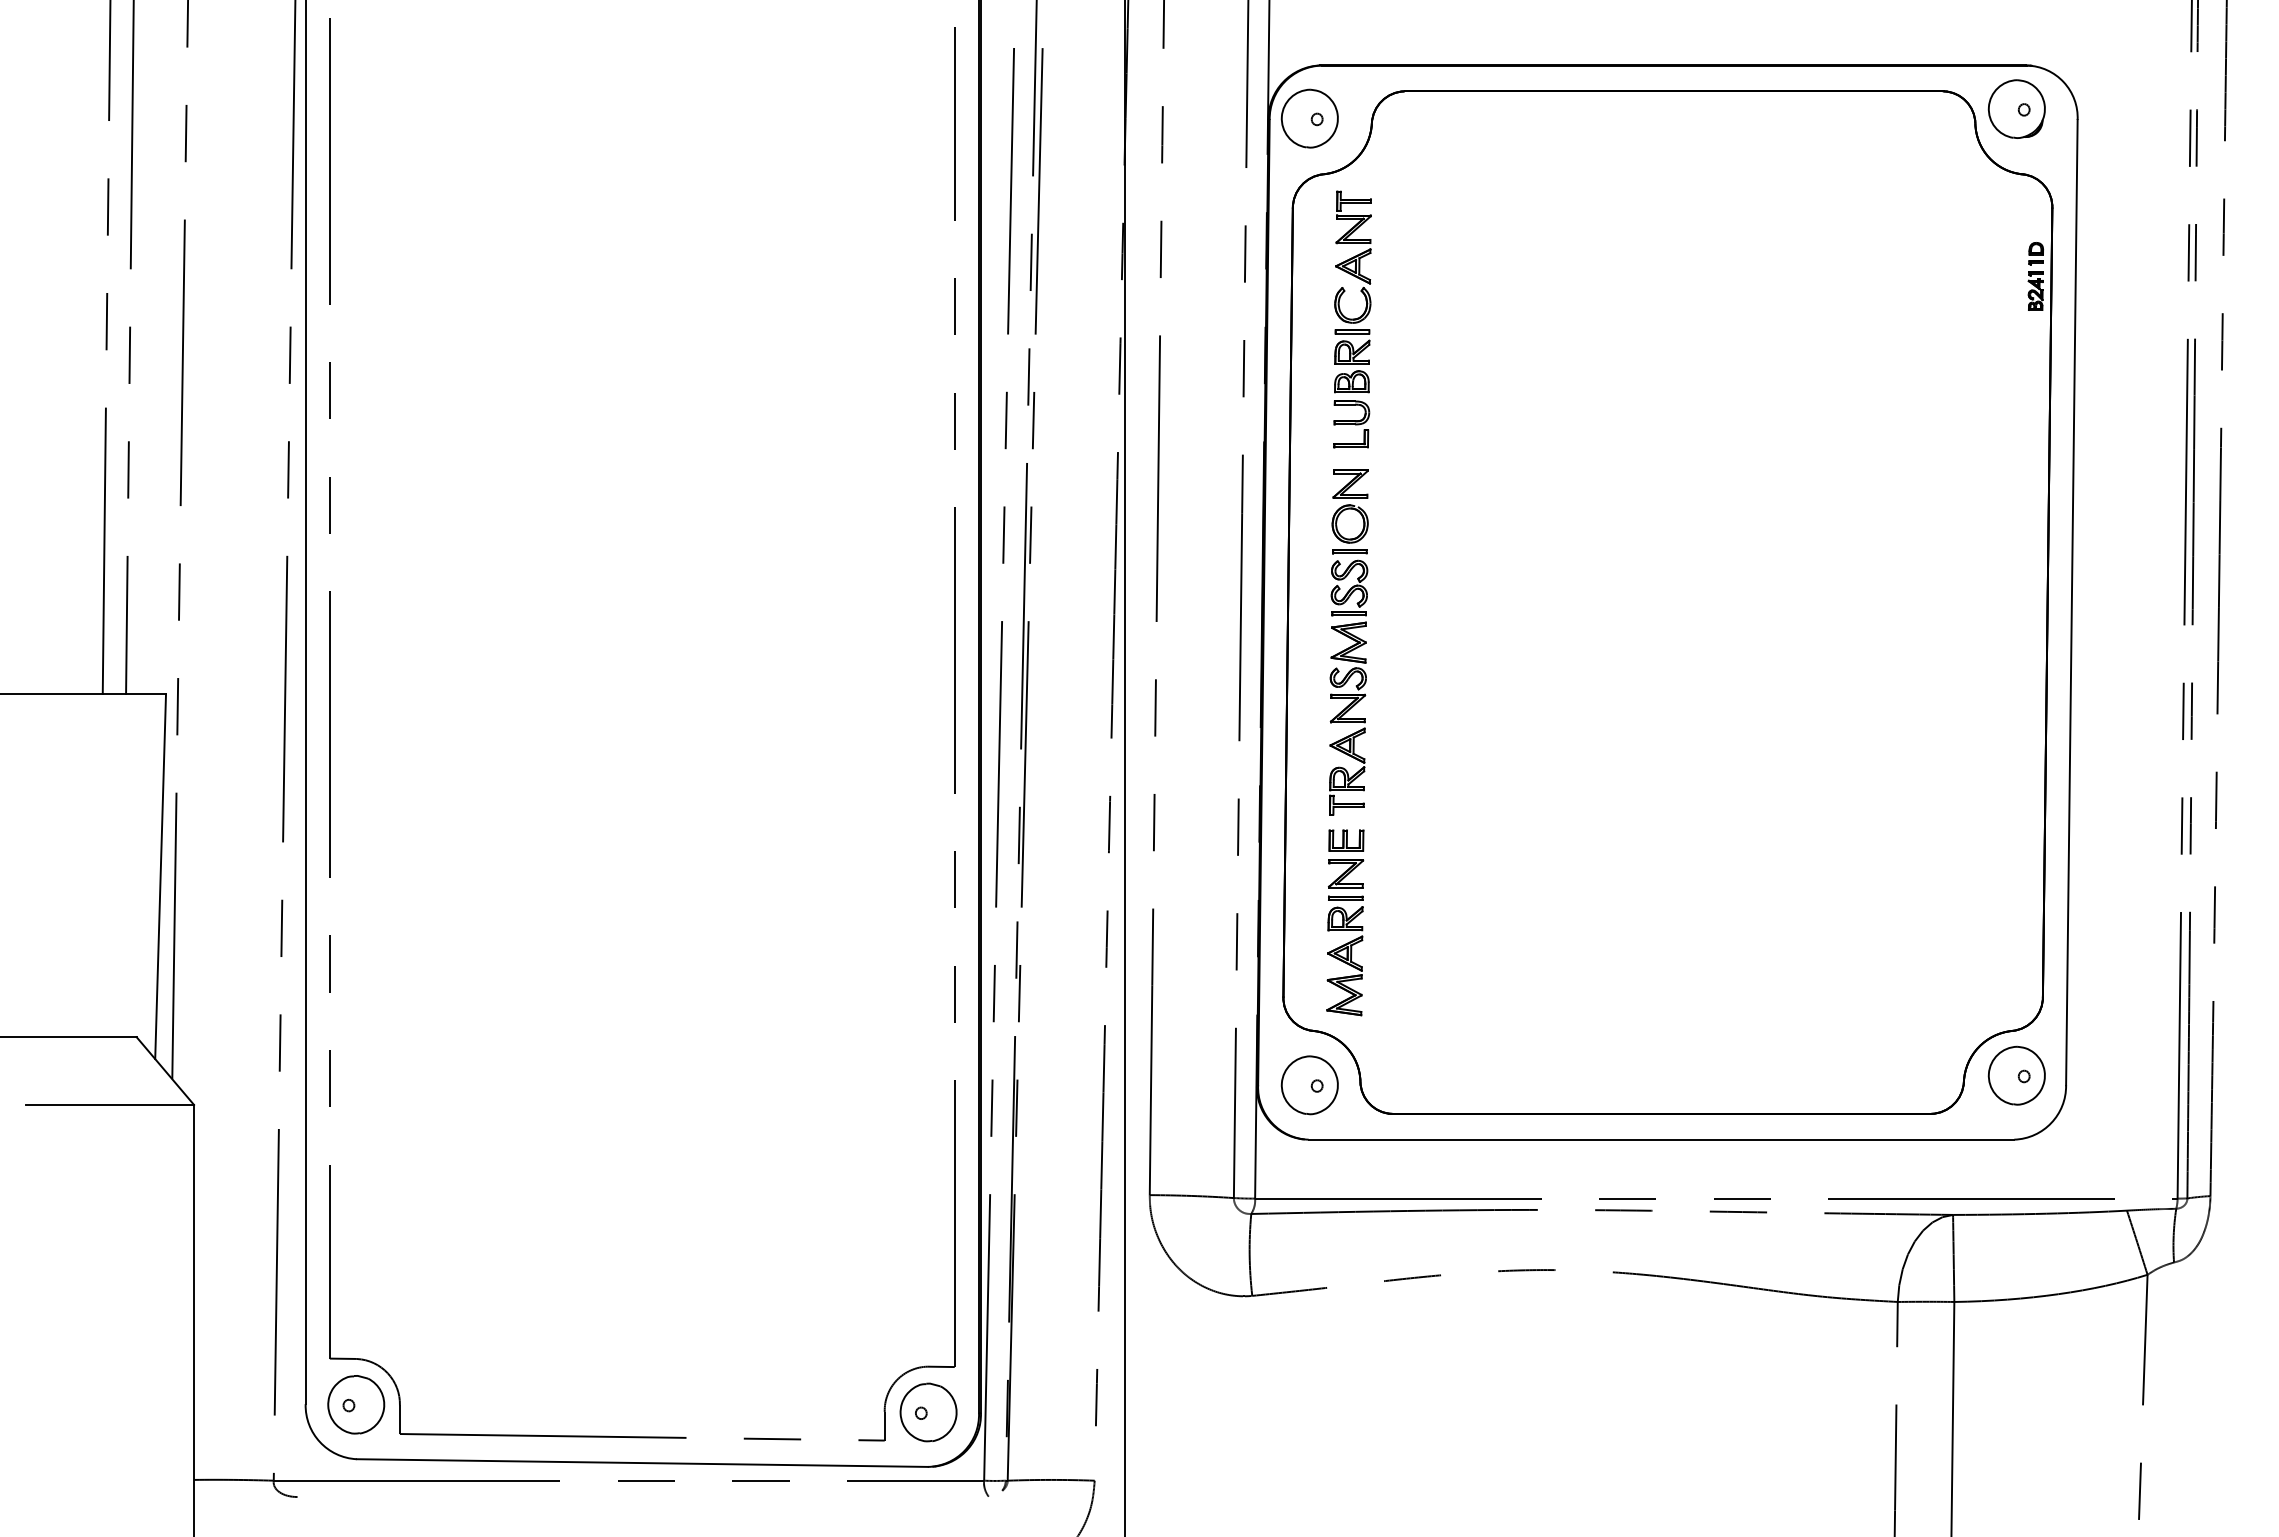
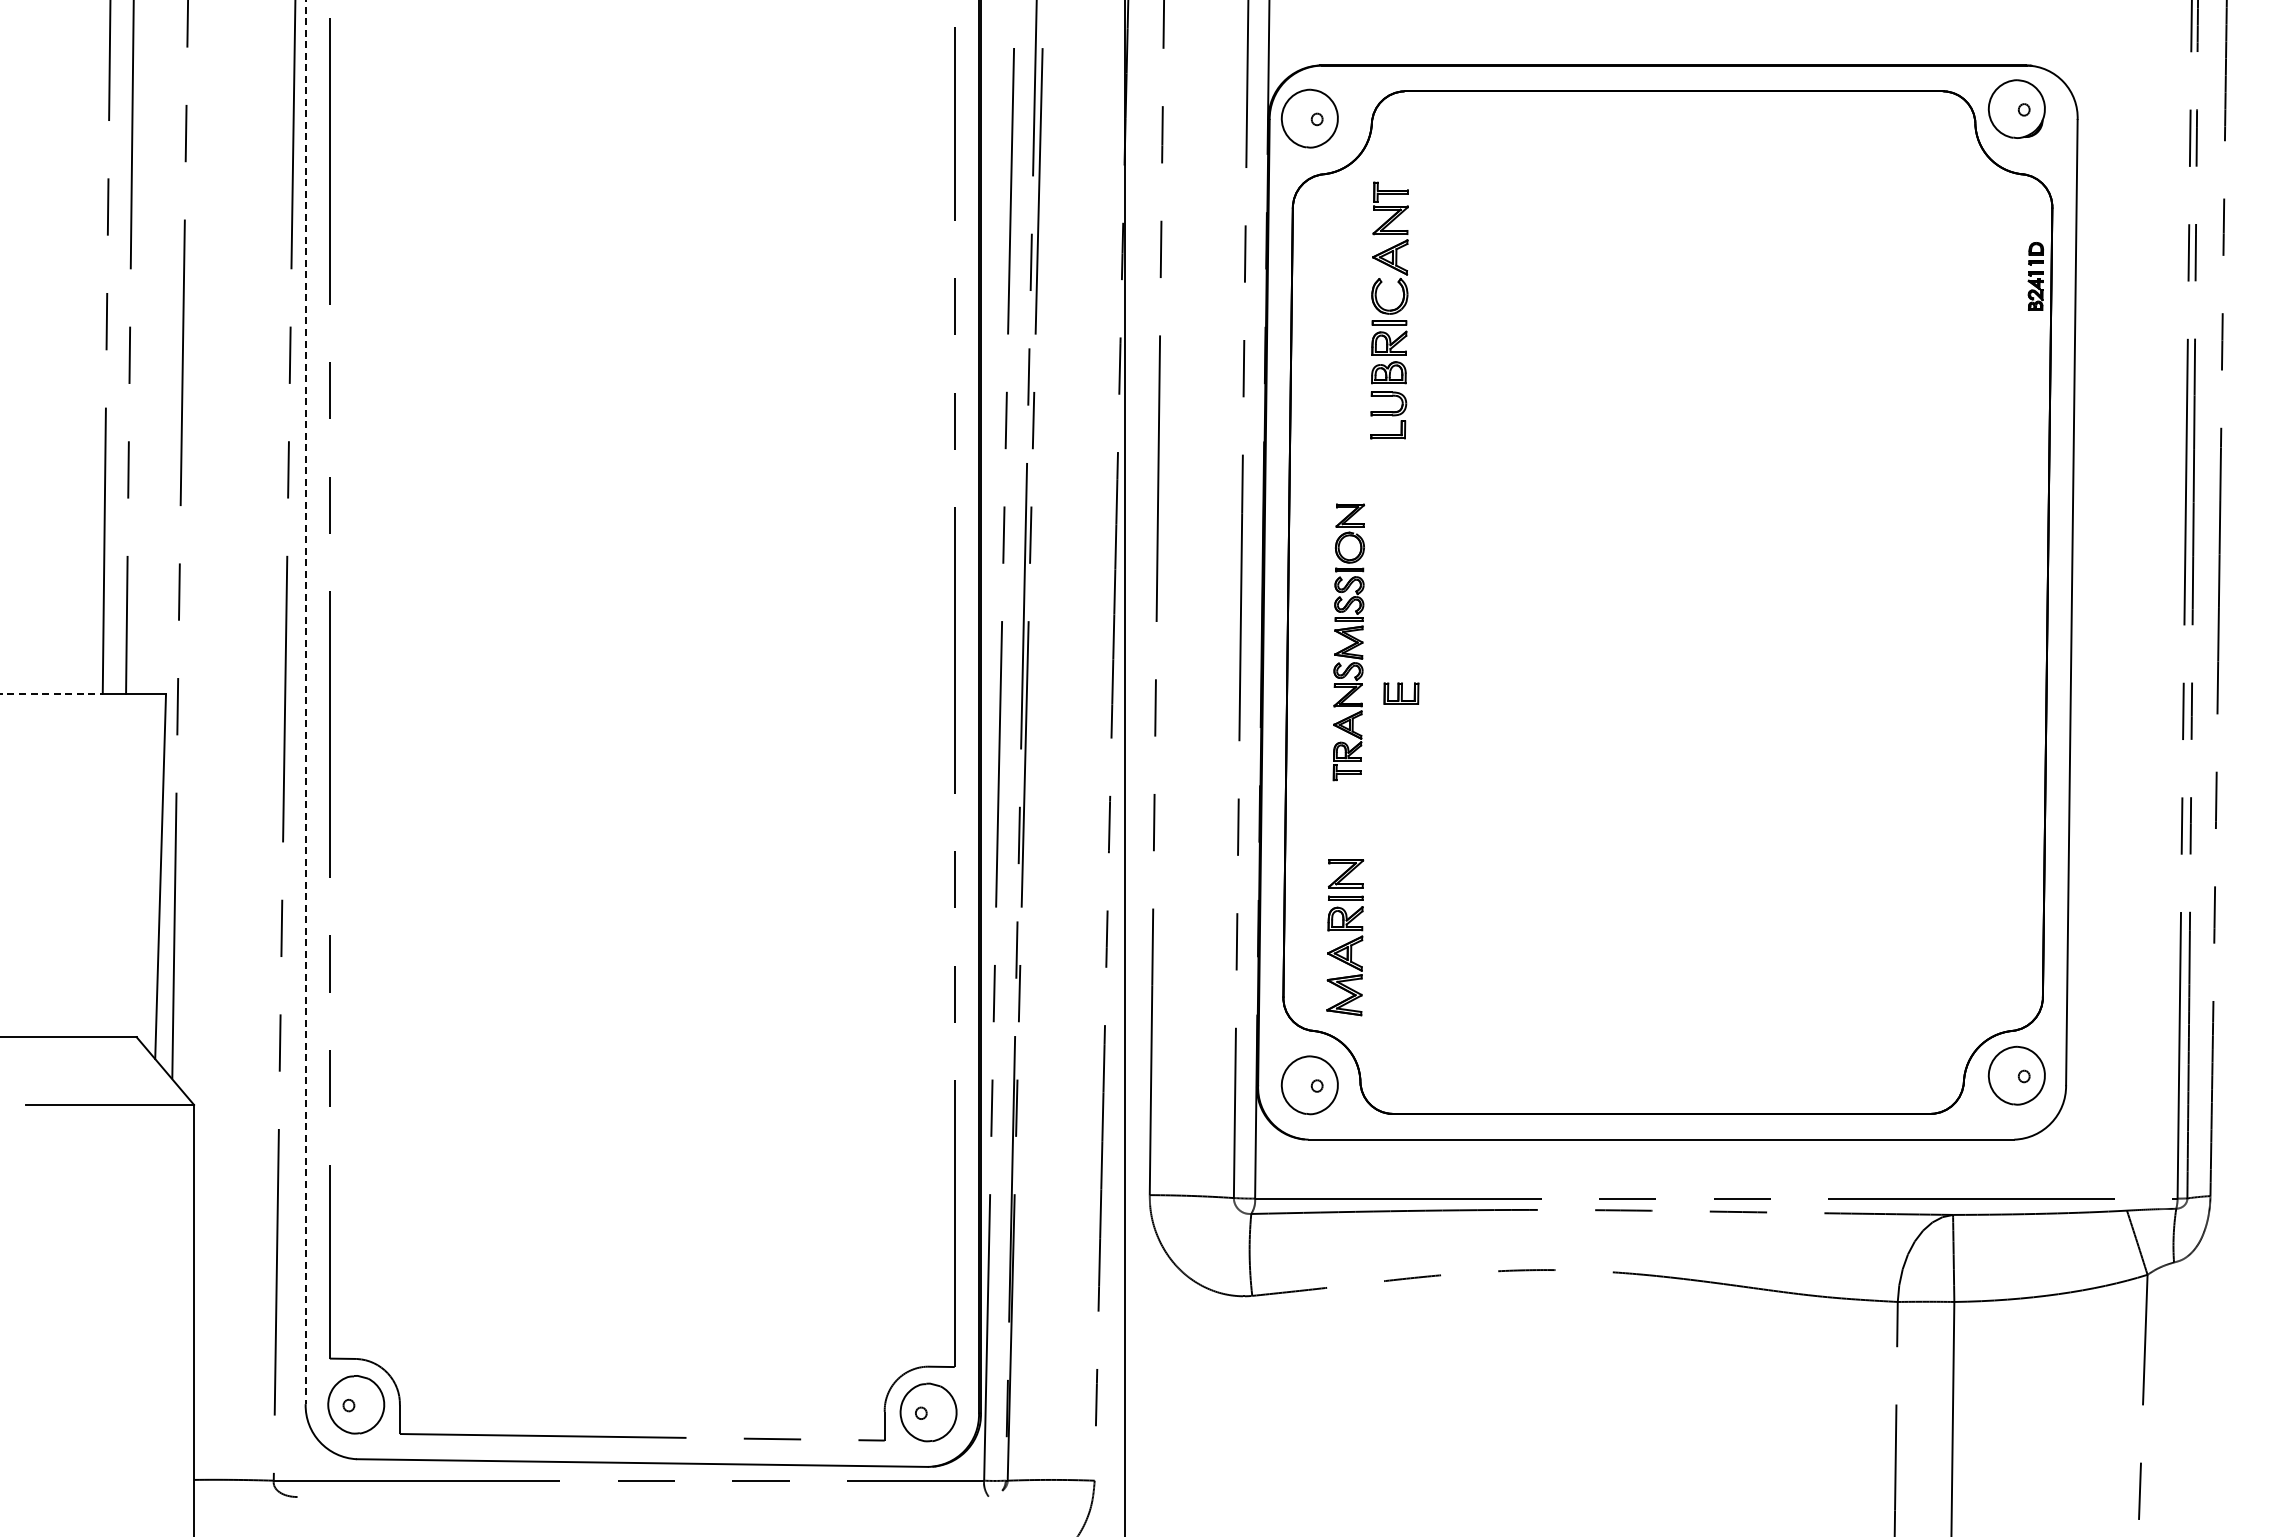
part at (1352, 319) position: (1352, 319) -> (1389, 310)
part at (1348, 642) size: 40x347 px -> 33x279 px
line at (51, 694): solid -> dashed
line at (305, 702): solid -> dashed
part at (1346, 840) position: (1346, 840) -> (1401, 693)
